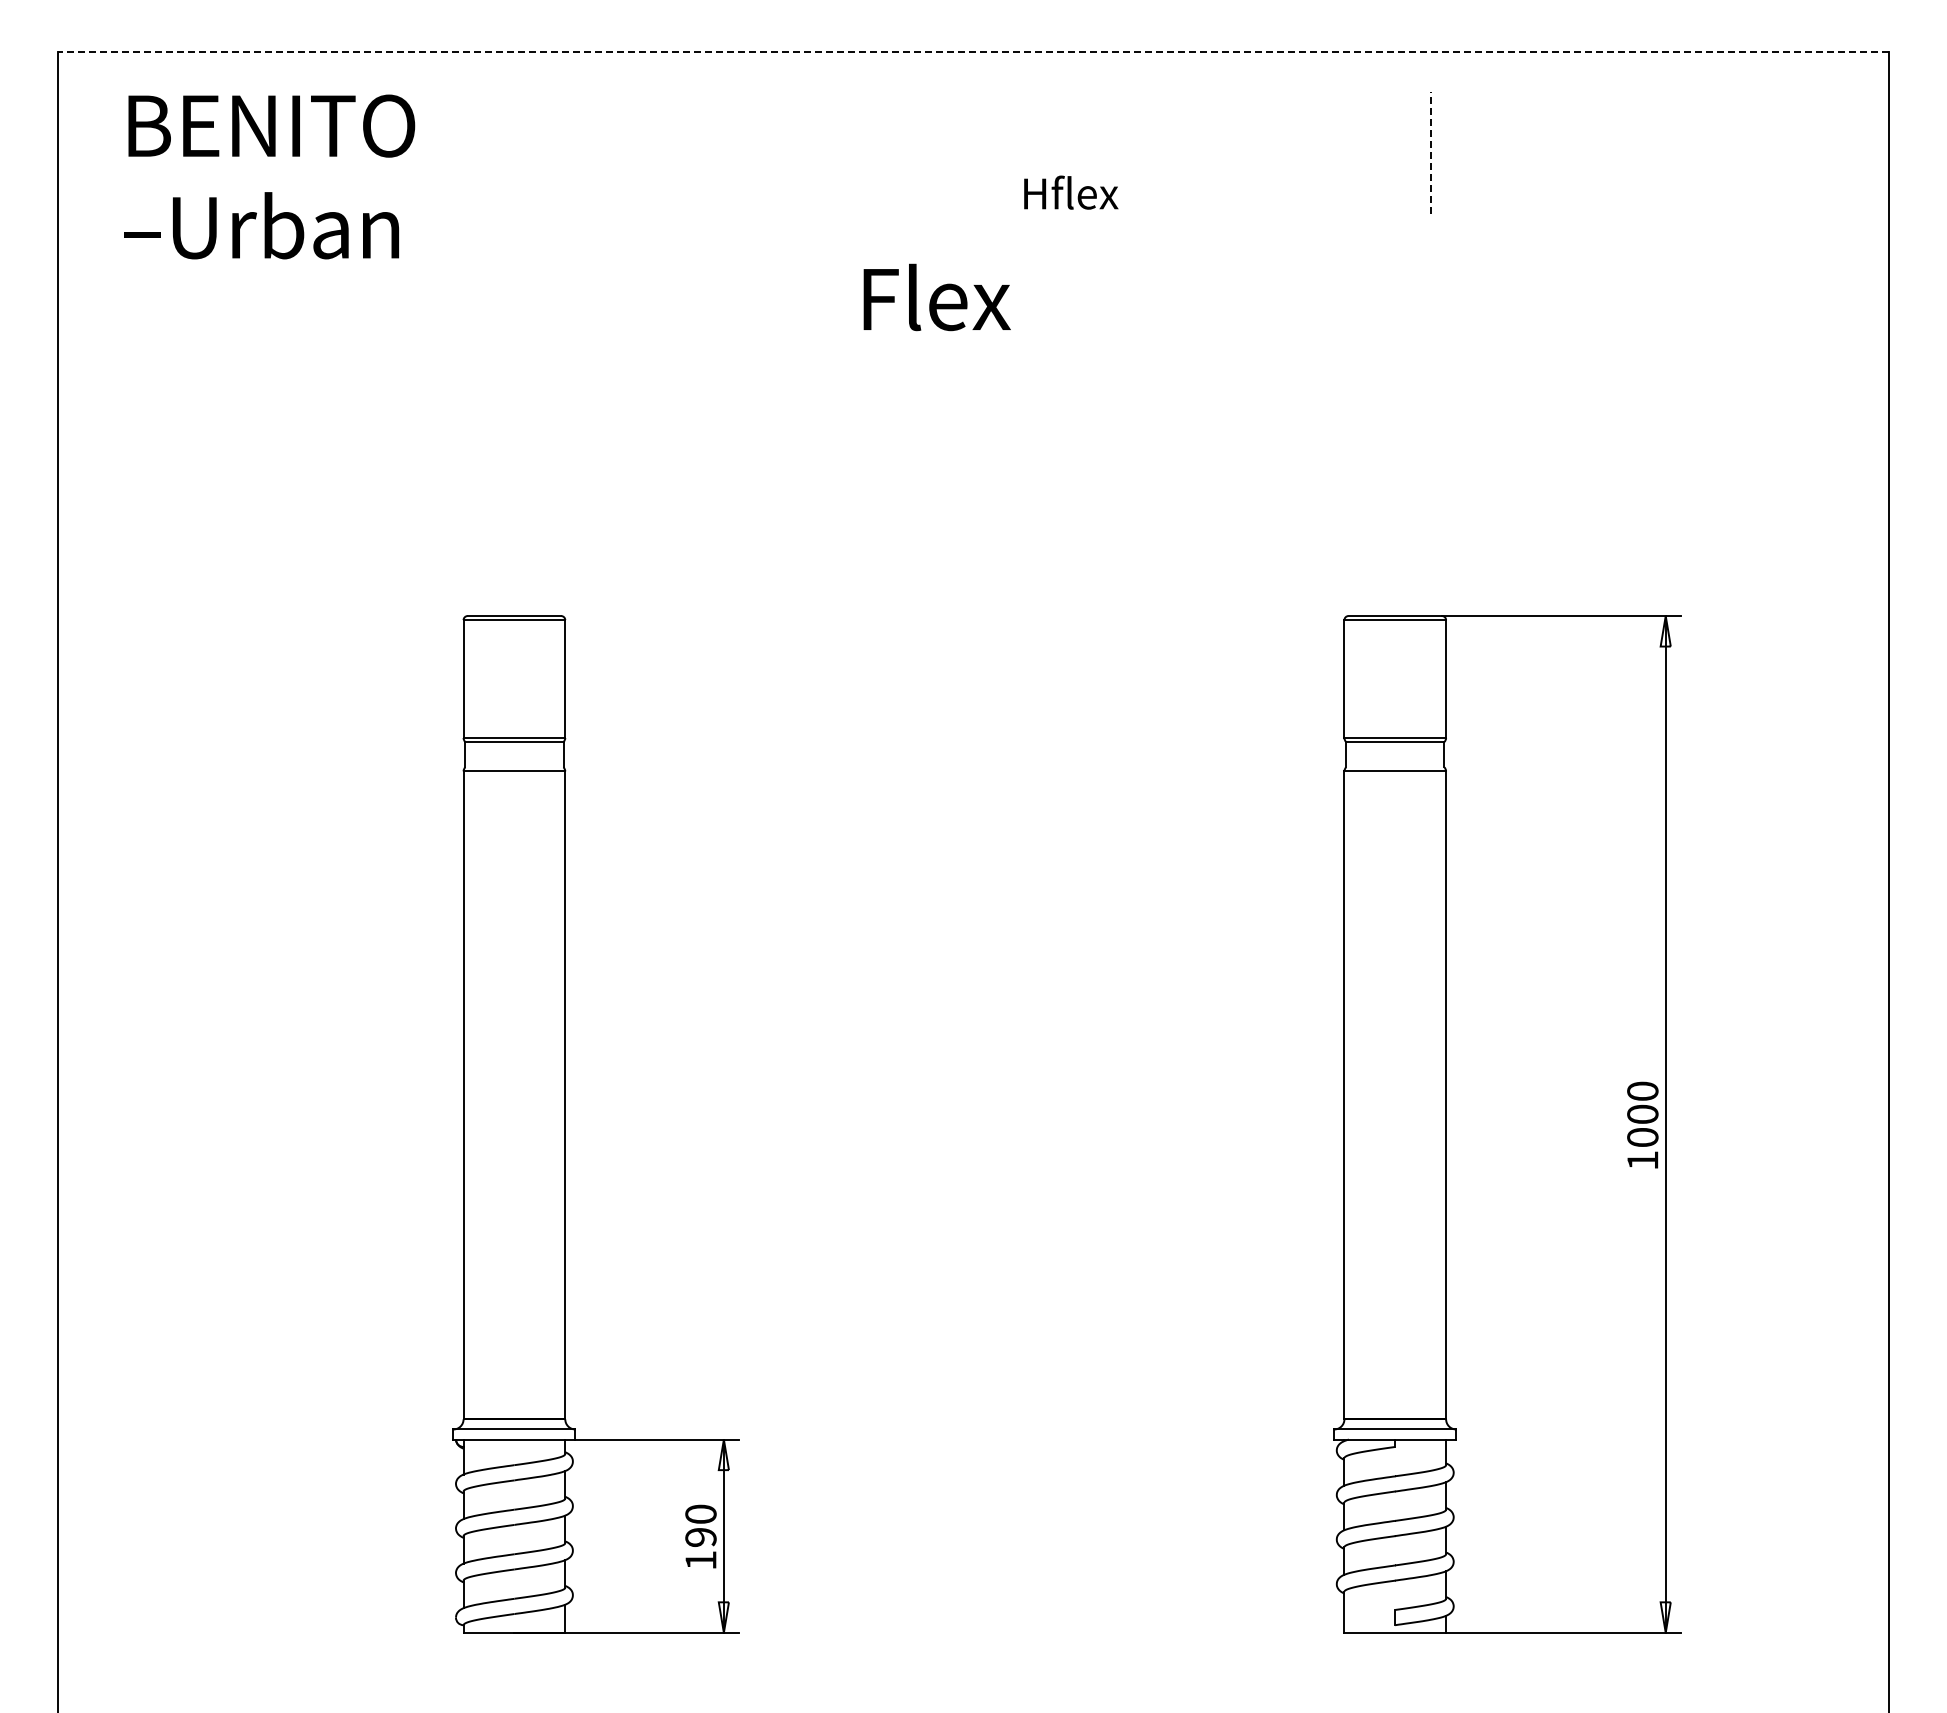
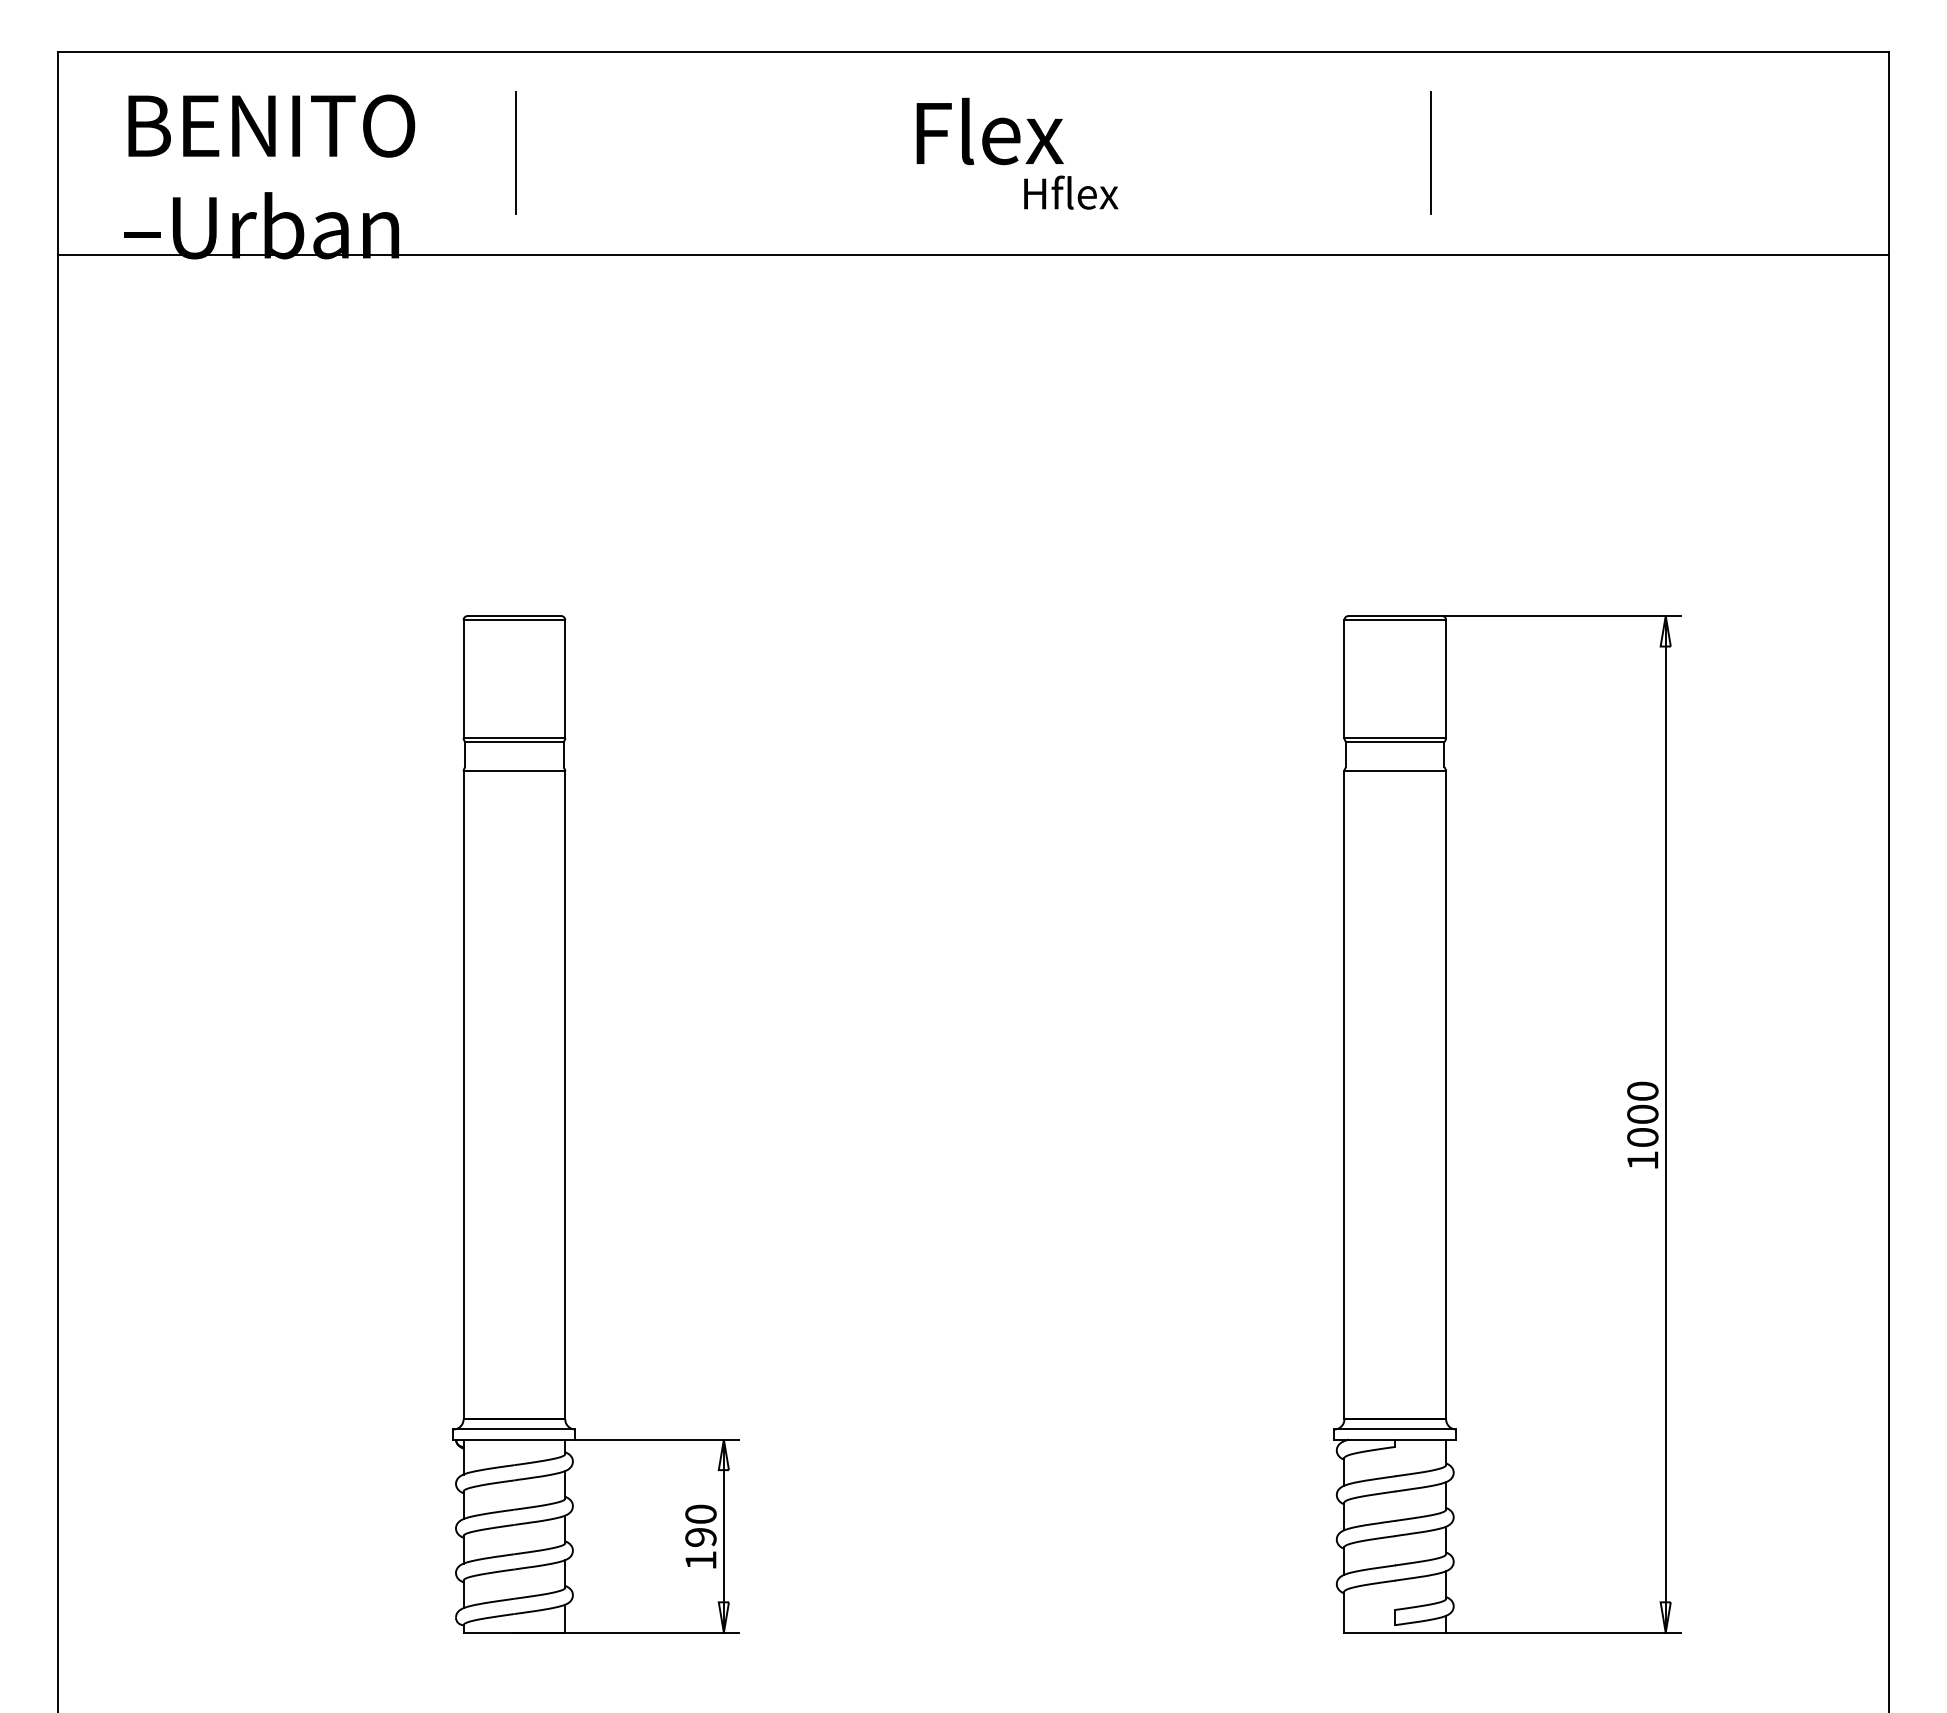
line at (973, 51): dashed -> solid
line at (1431, 152): dashed -> solid
line at (515, 153): none -> present
line at (973, 254): none -> present
text at (936, 297) position: (936, 297) -> (989, 131)
